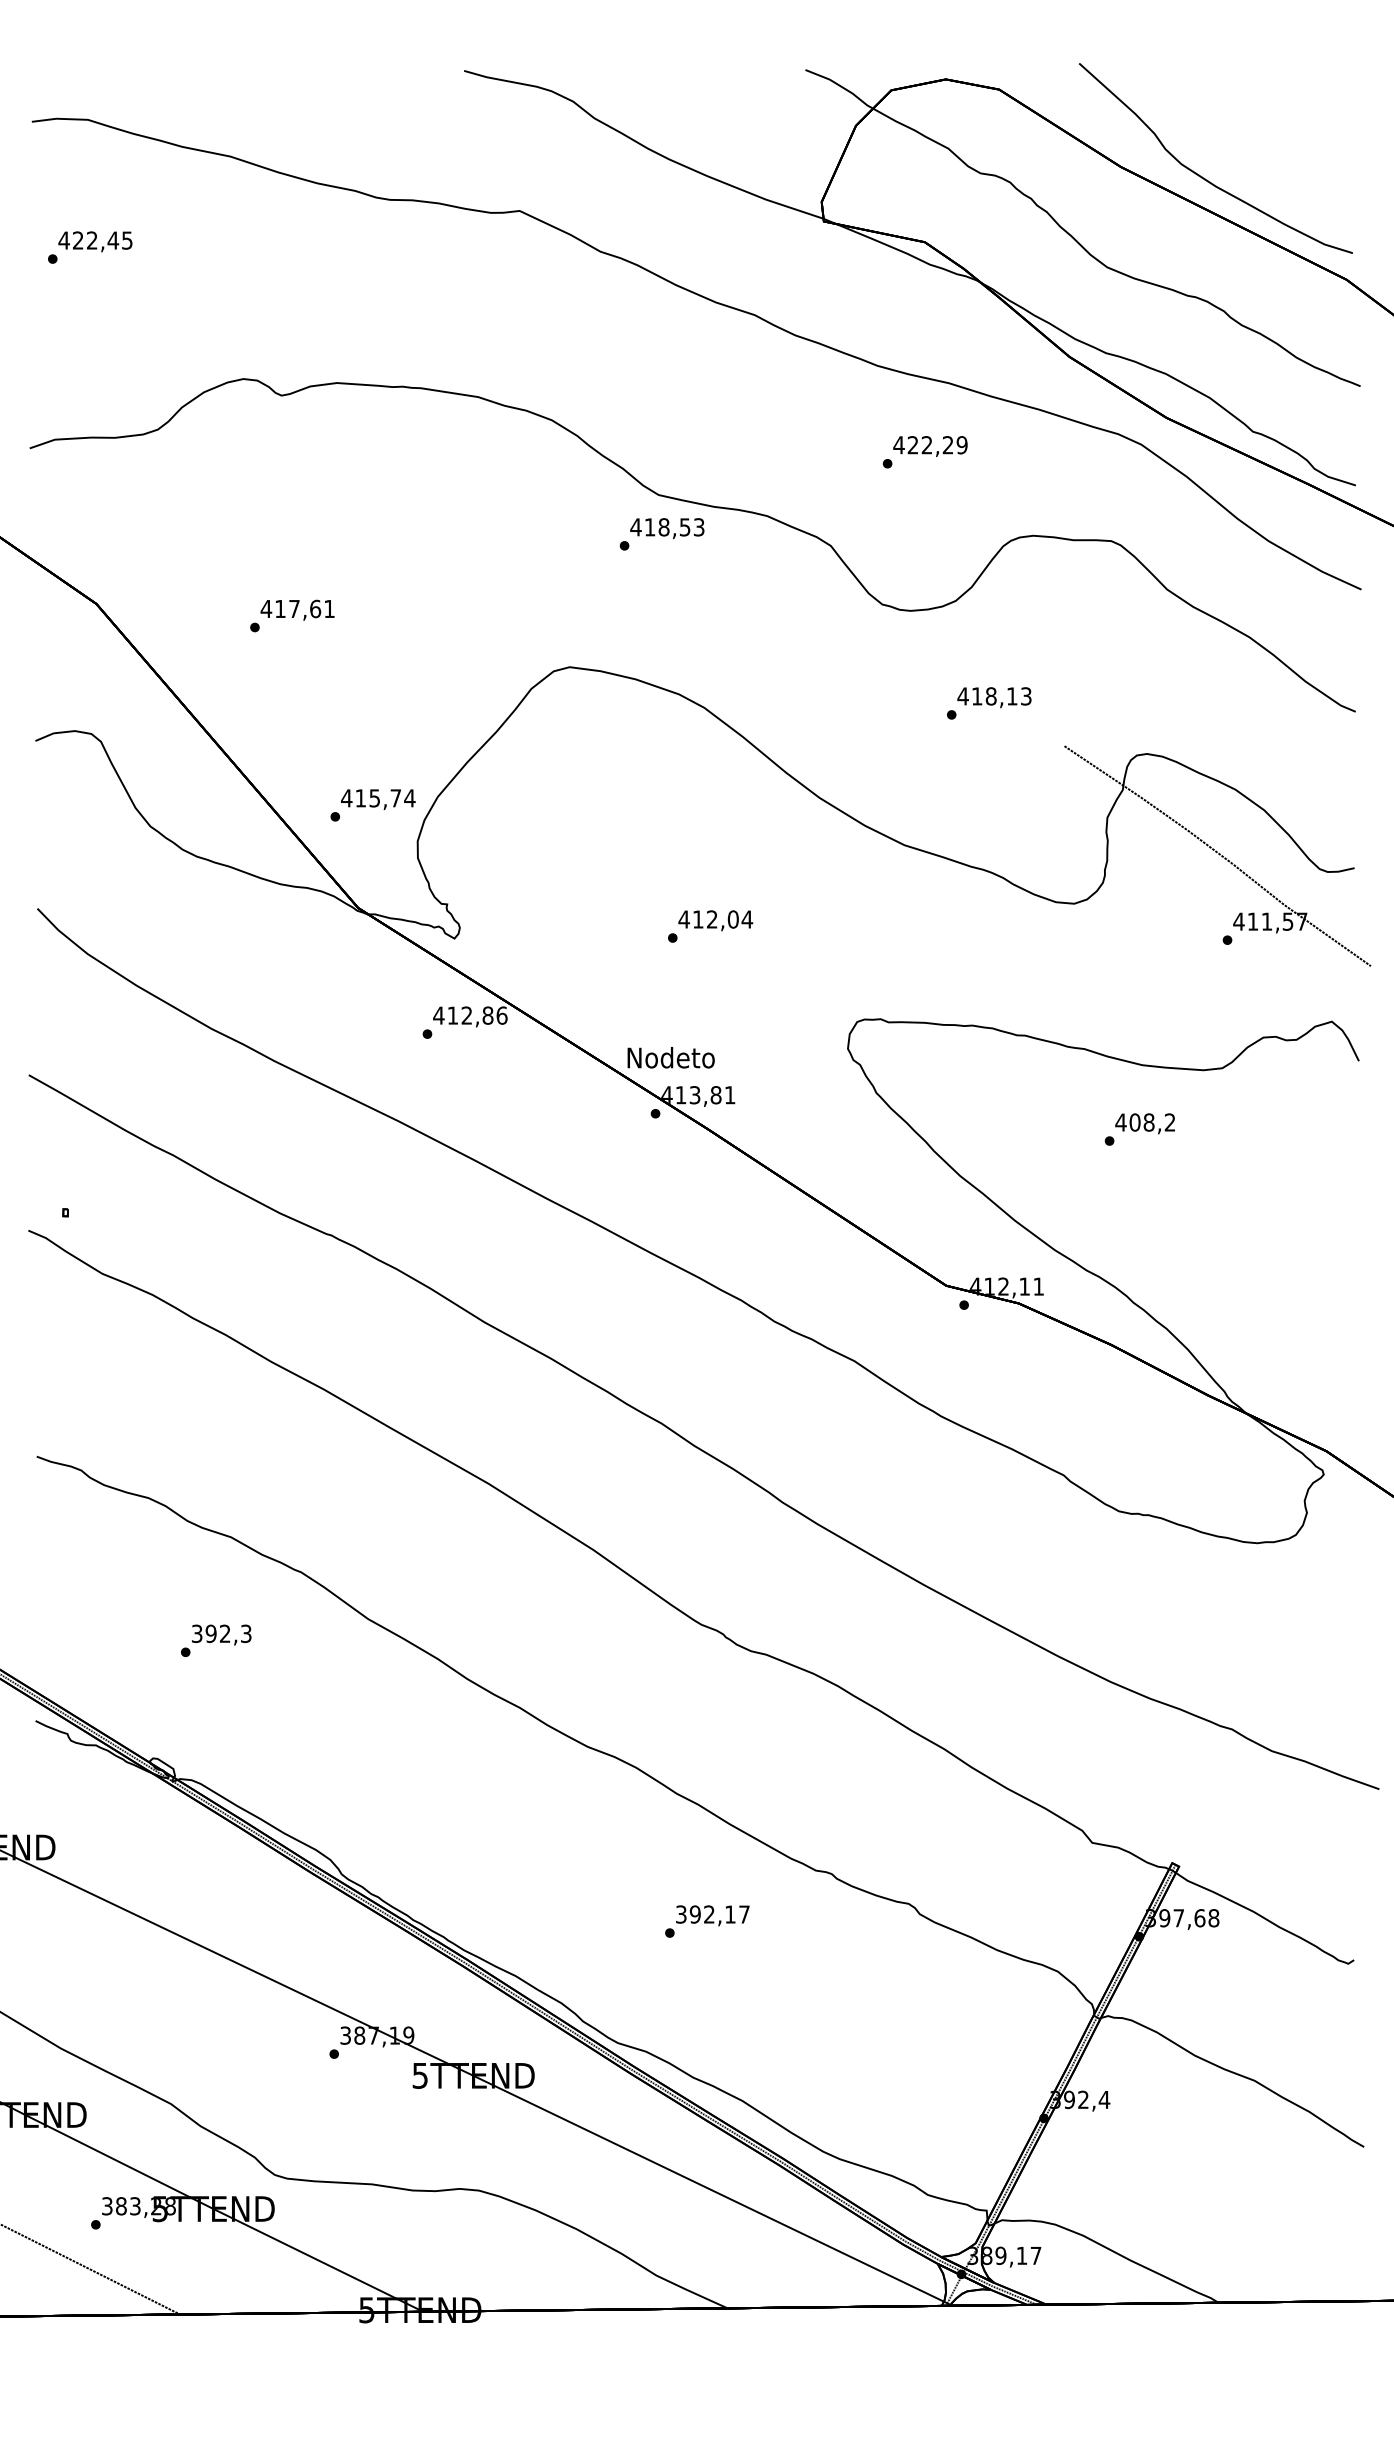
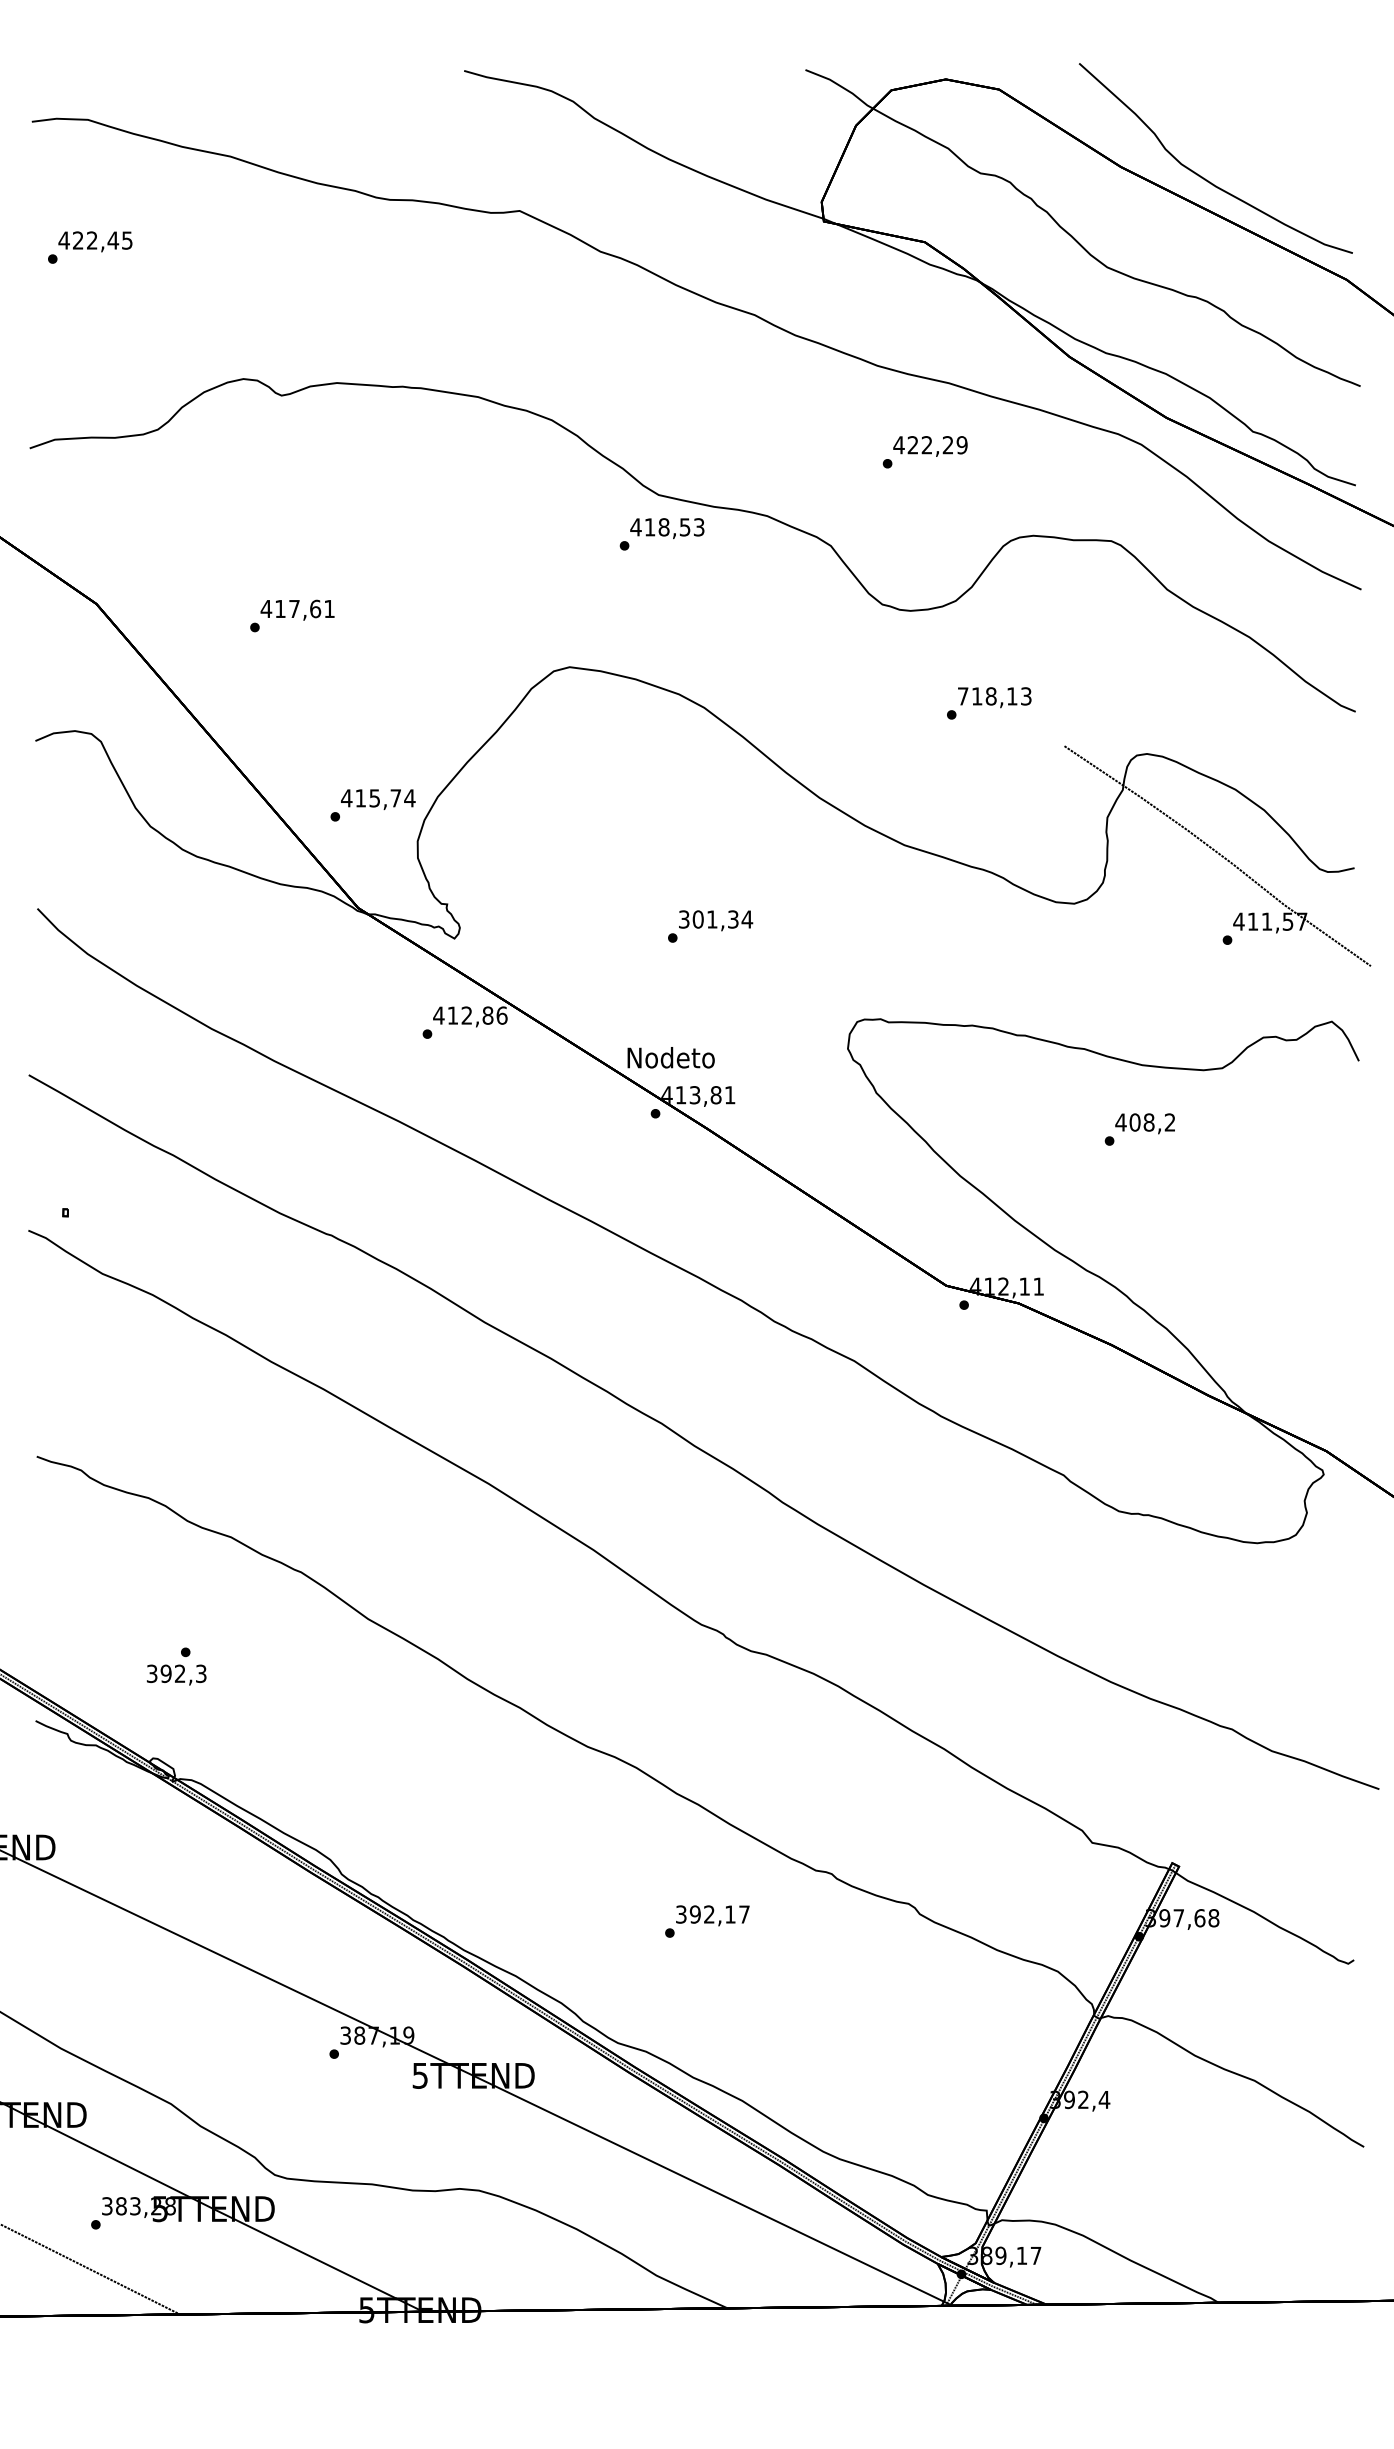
text at (962, 696): 418,13 -> 718,13
text at (708, 919): 412,04 -> 301,34
text at (221, 1634) position: (221, 1634) -> (176, 1674)
